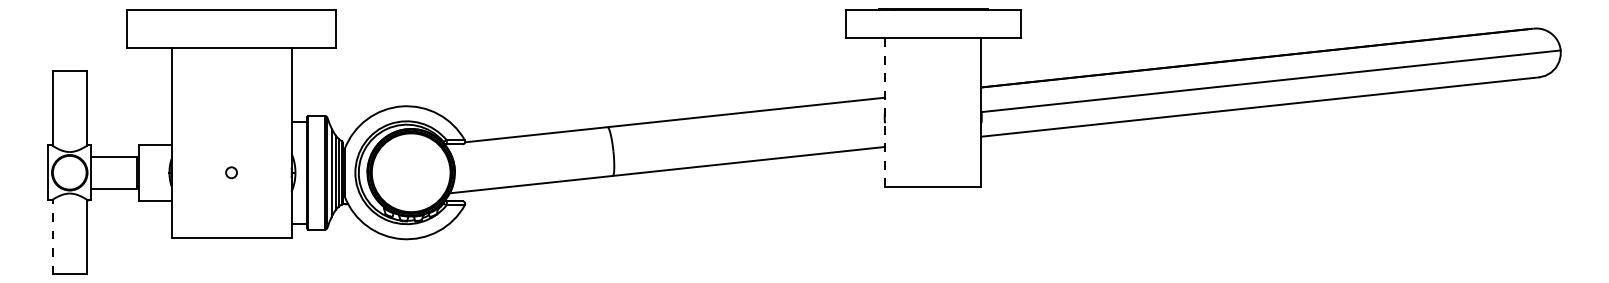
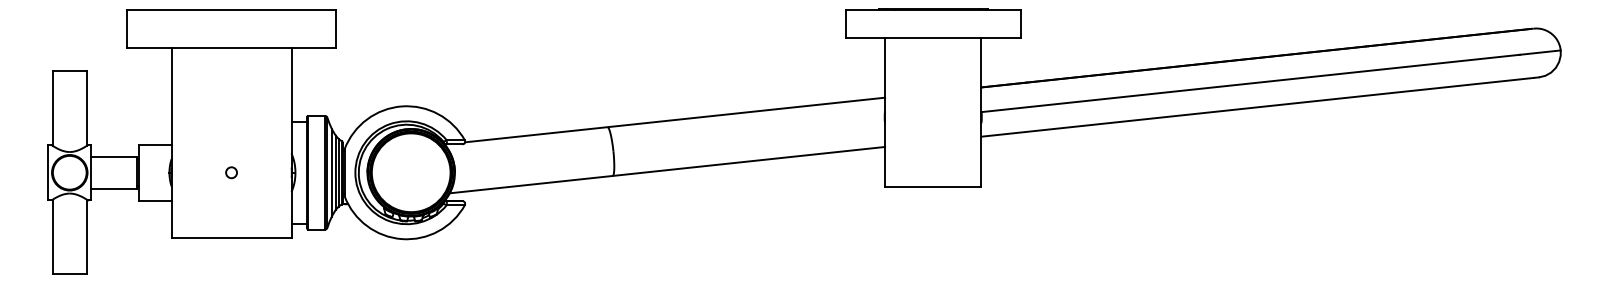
line at (885, 112): dashed -> solid
line at (52, 236): dashed -> solid
